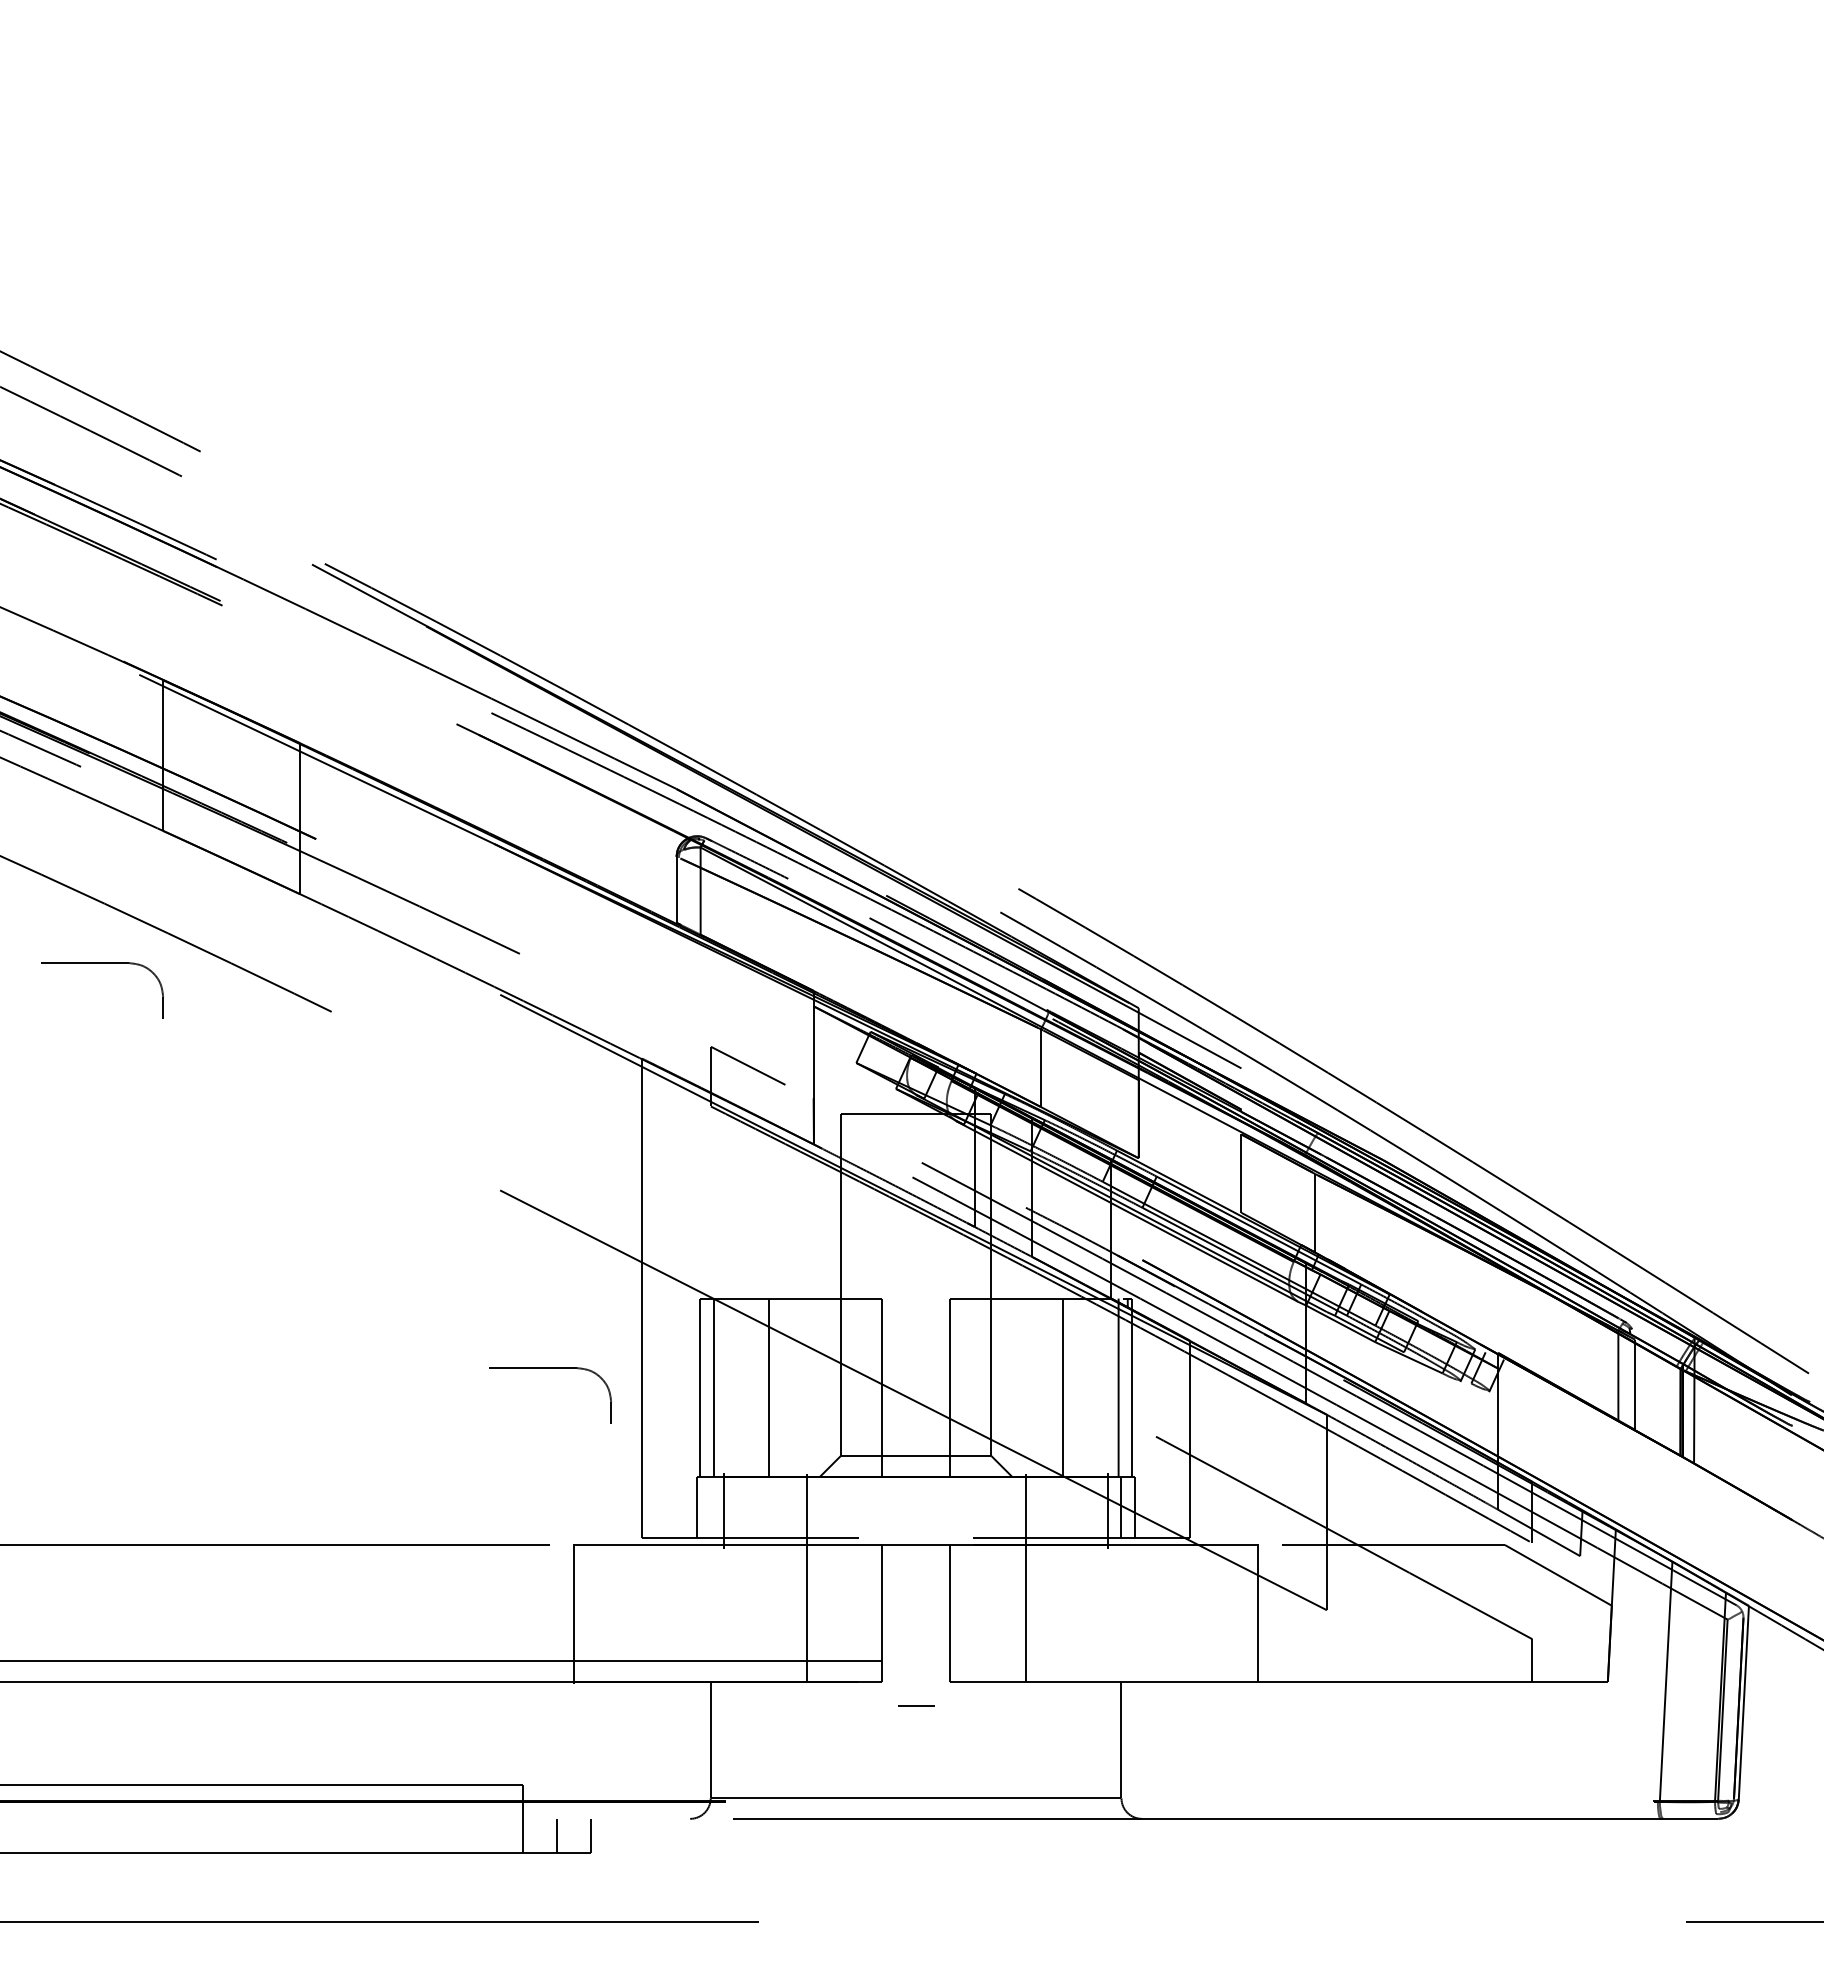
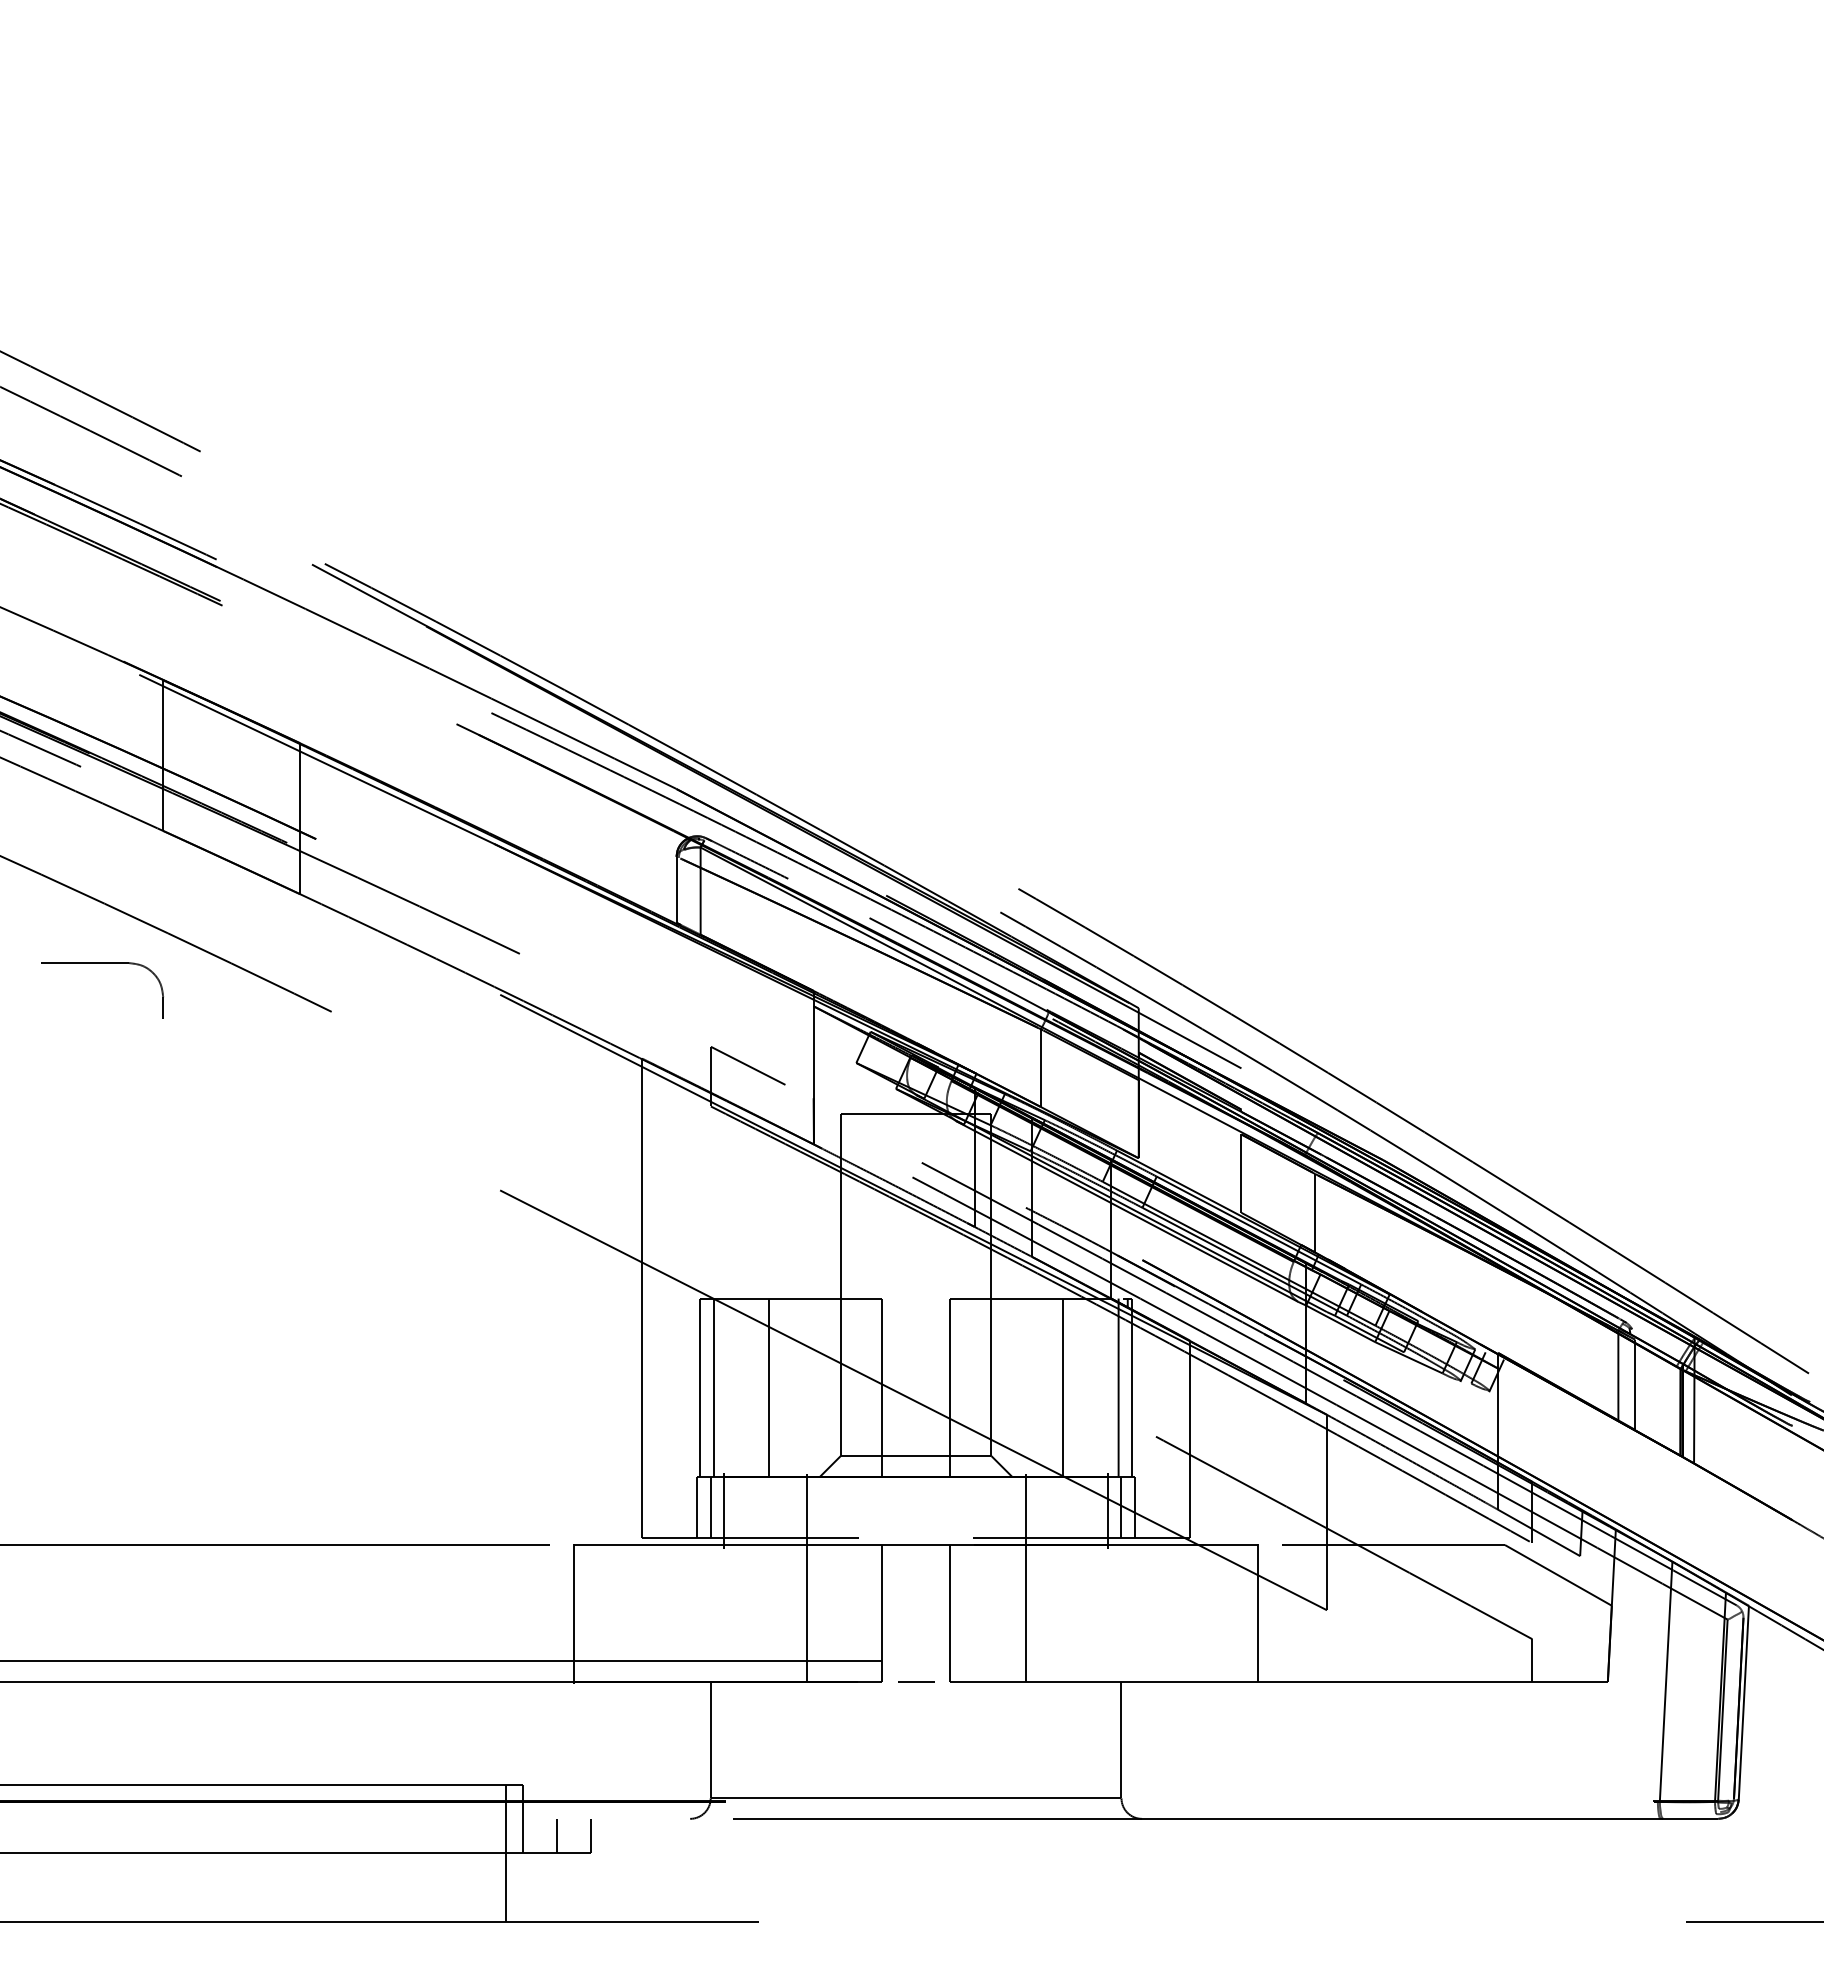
part at (550, 1368): present -> none
line at (710, 1507): none -> present
line at (916, 1705) position: (916, 1705) -> (916, 1681)
line at (505, 1852): none -> present
